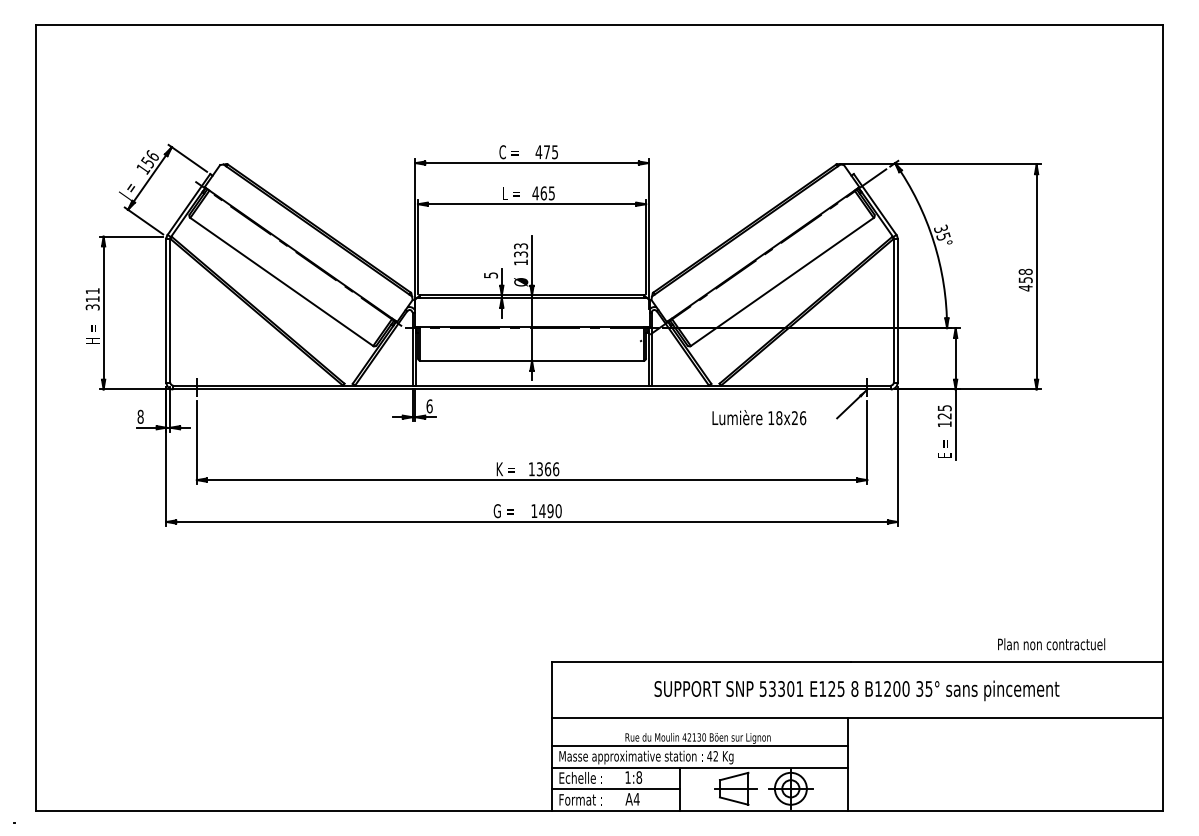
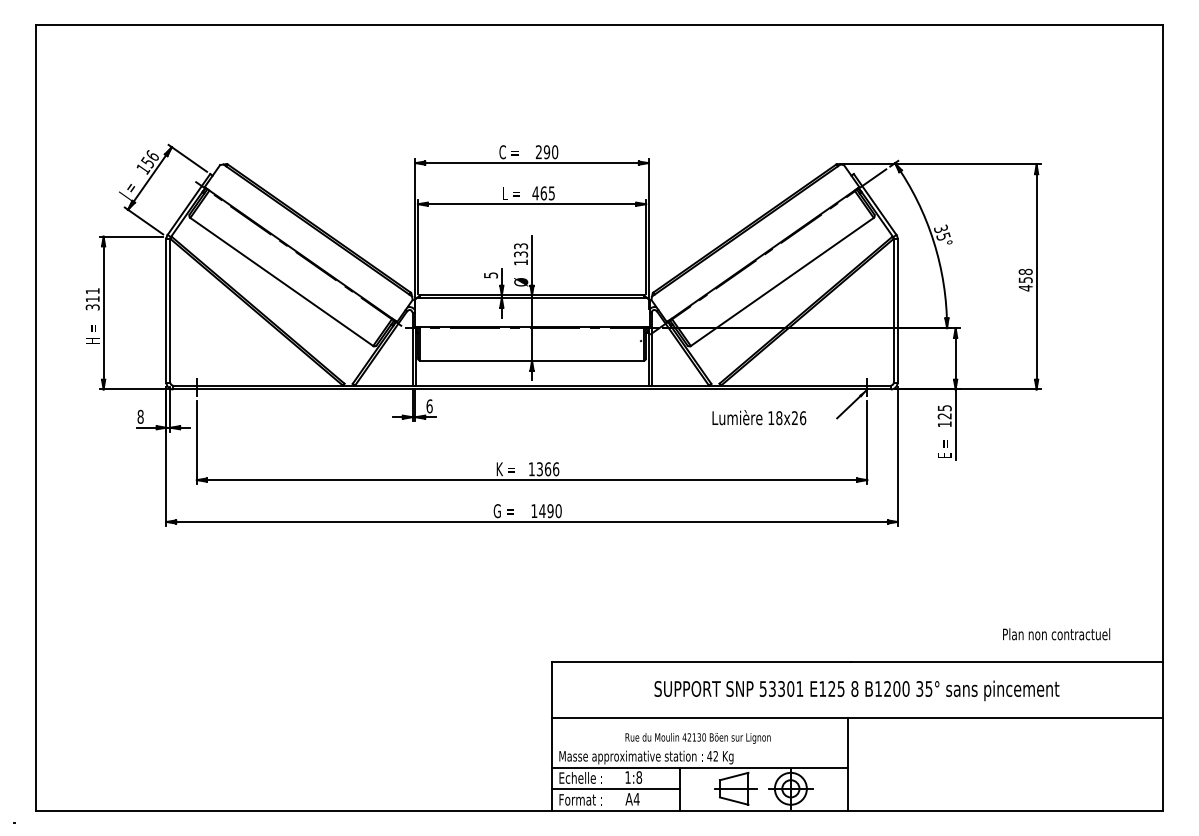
text at (546, 152): 475 -> 290
text at (1051, 644) position: (1051, 644) -> (1056, 634)
line at (699, 746): present -> none
